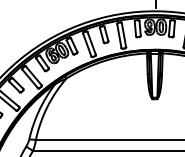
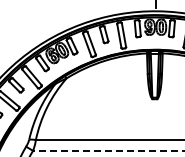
line at (108, 150): solid -> dashed
